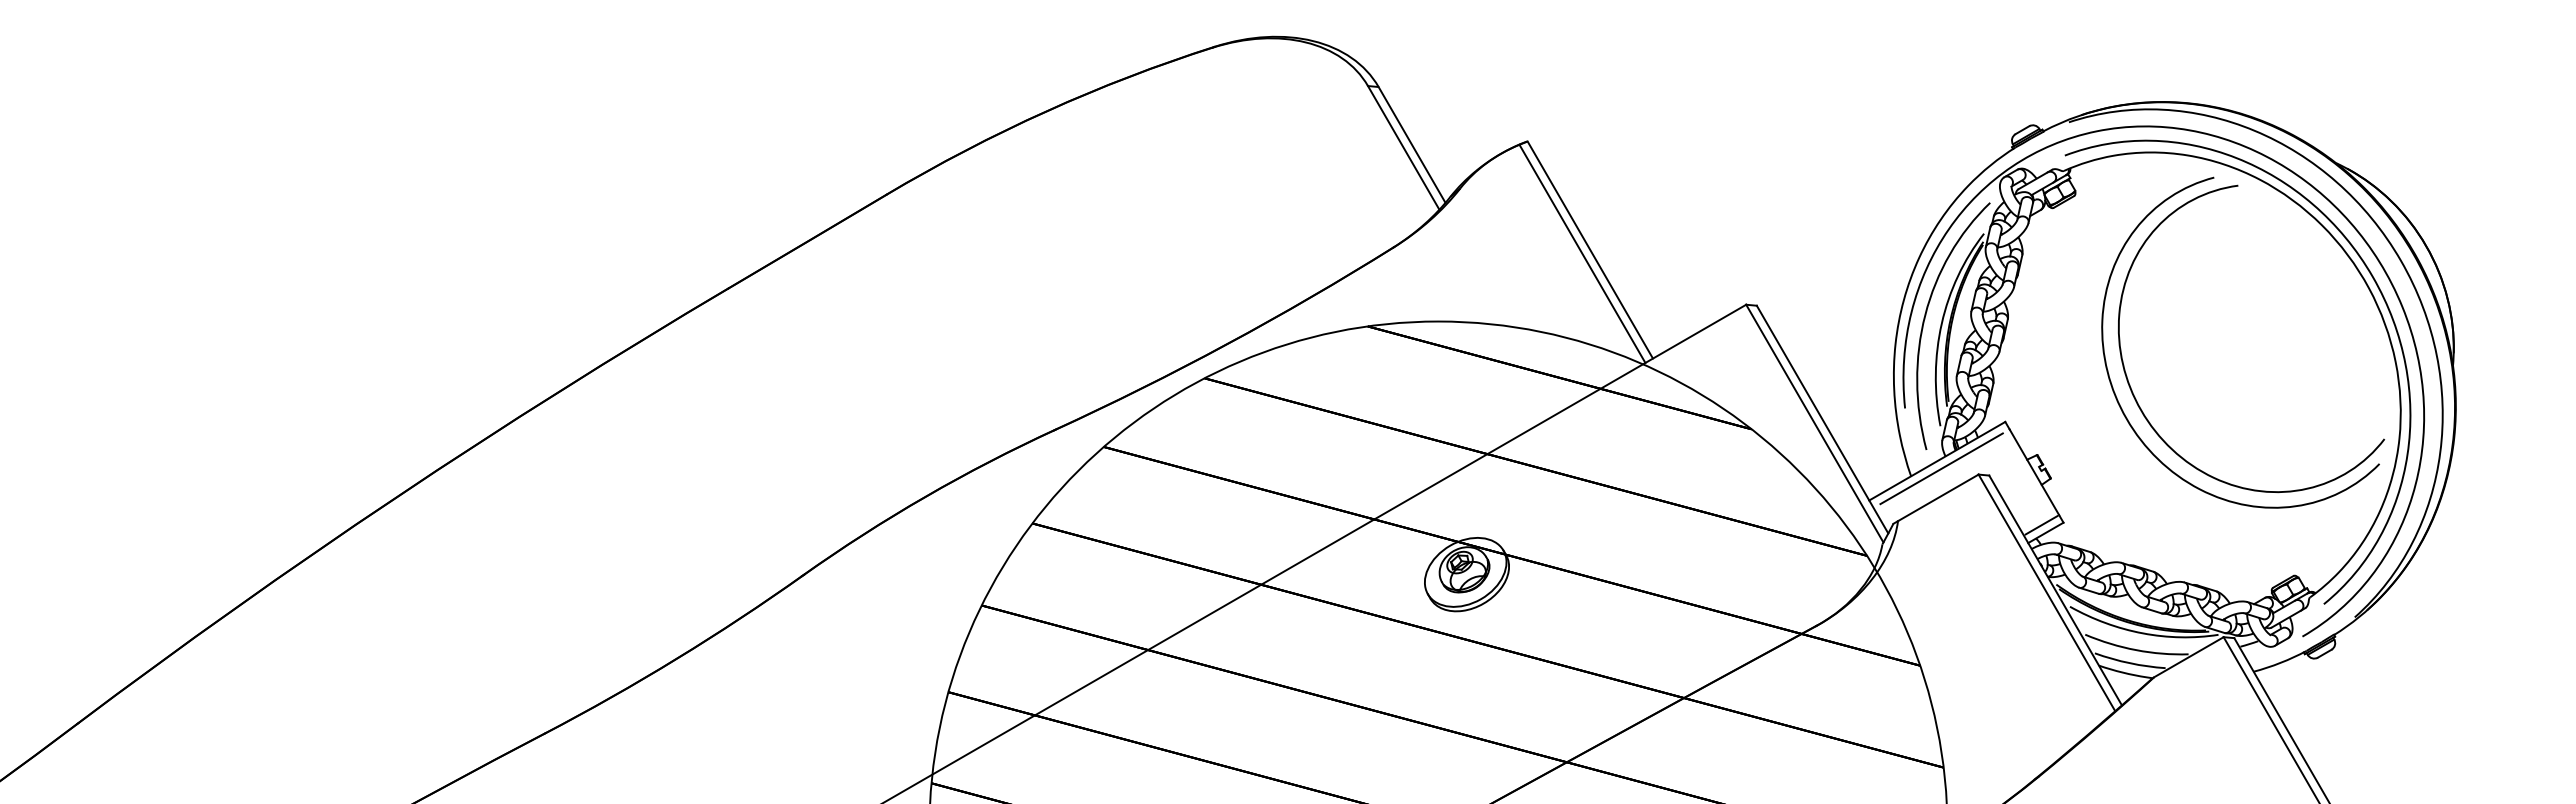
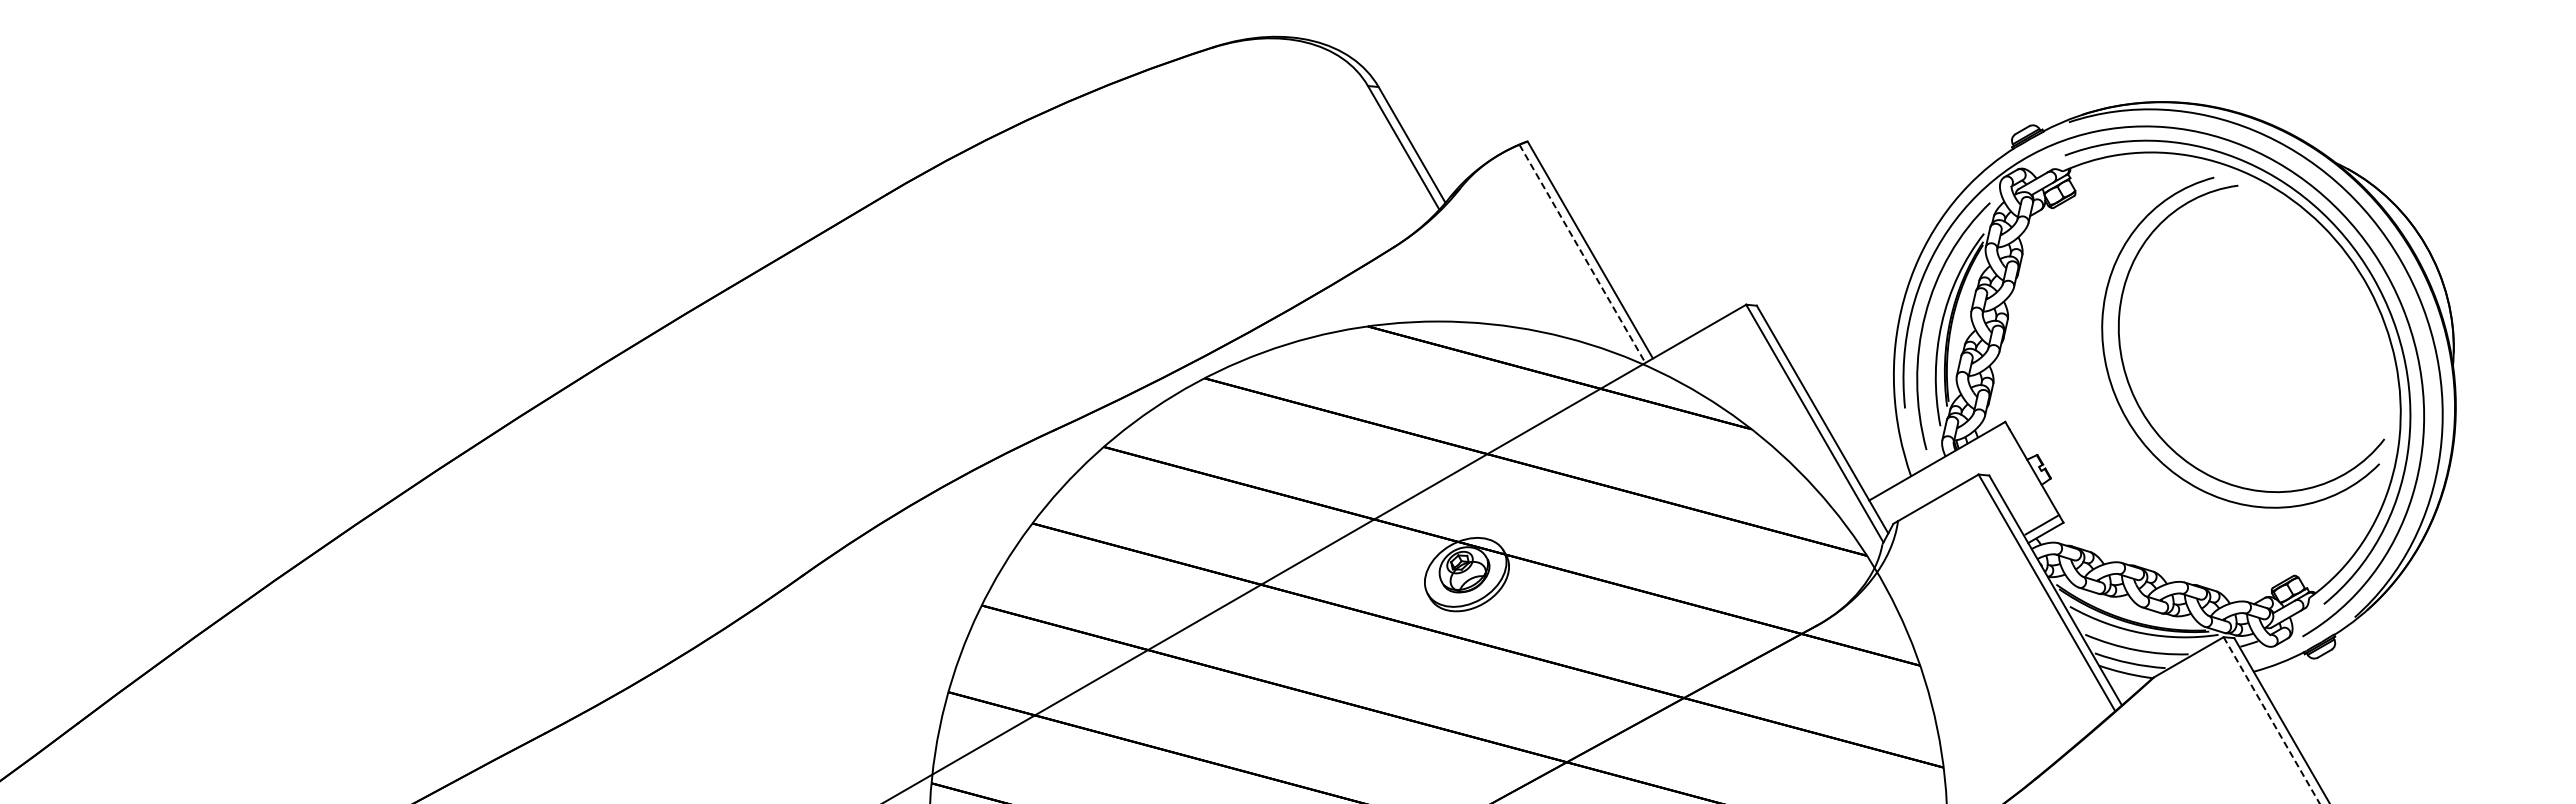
line at (1582, 253): solid -> dashed
line at (1941, 468): present -> none
line at (2271, 720): solid -> dashed
